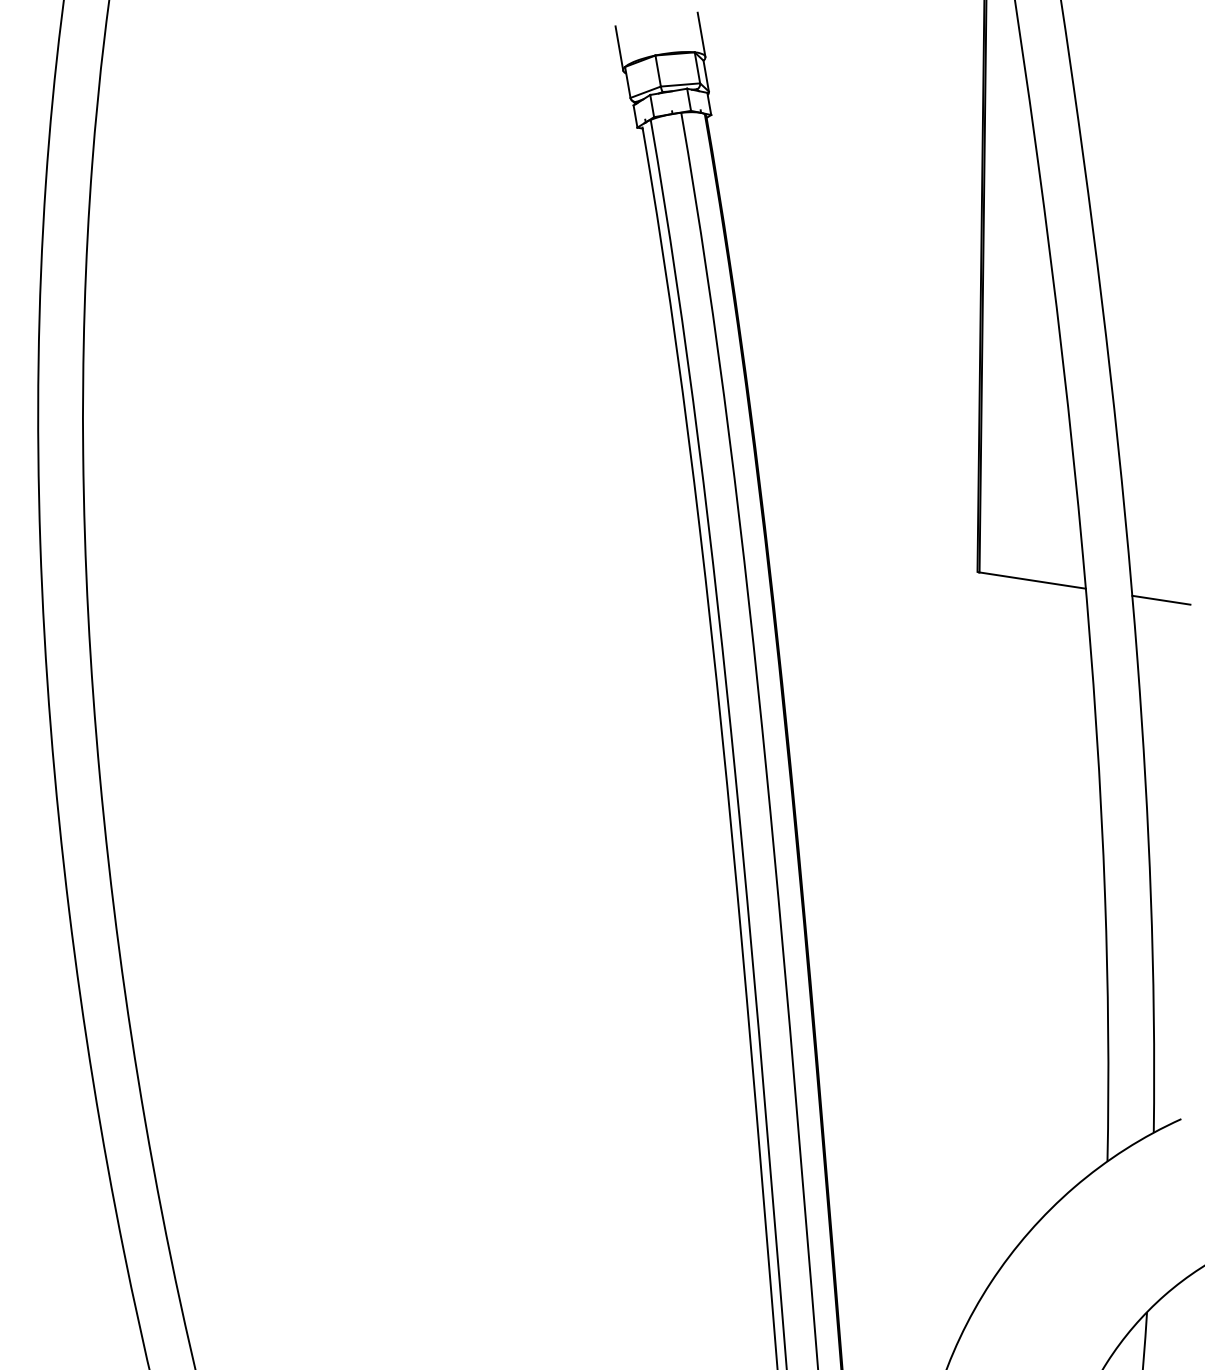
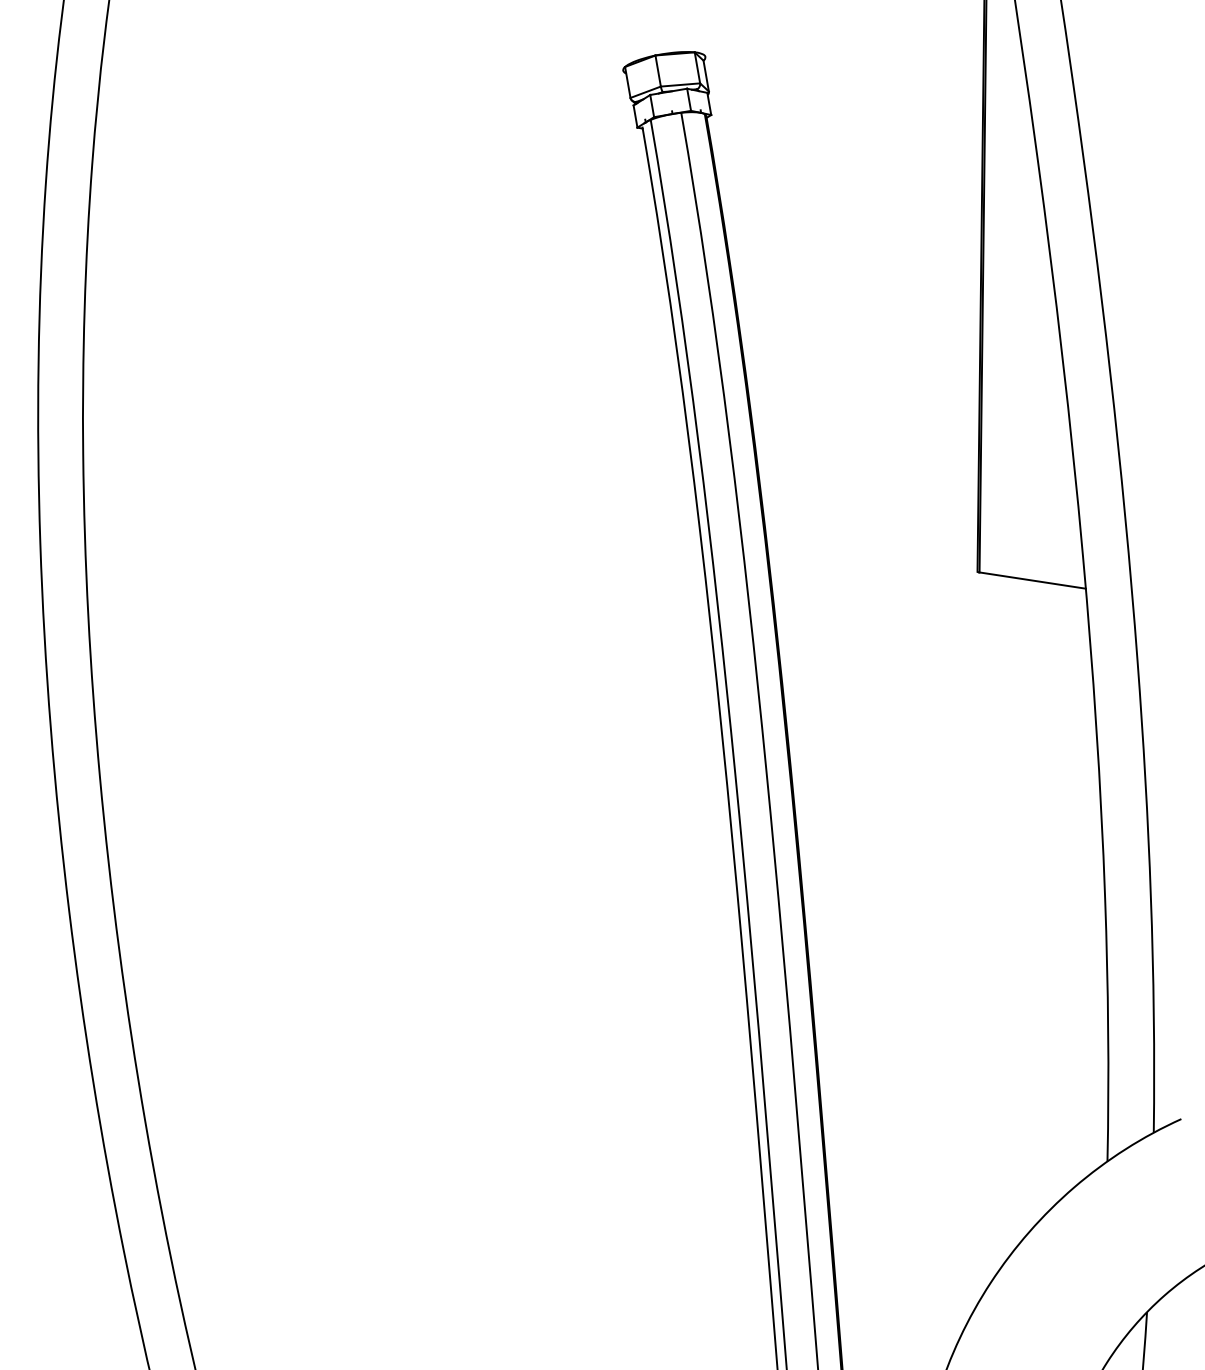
line at (701, 34): present -> none
line at (619, 48): present -> none
line at (1161, 599): present -> none
